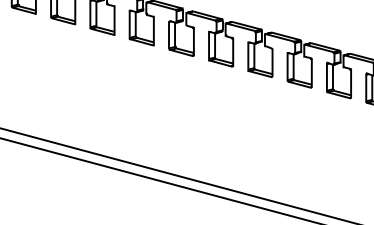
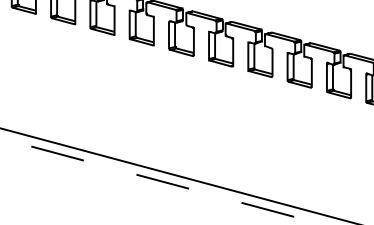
line at (162, 181): solid -> dashed
